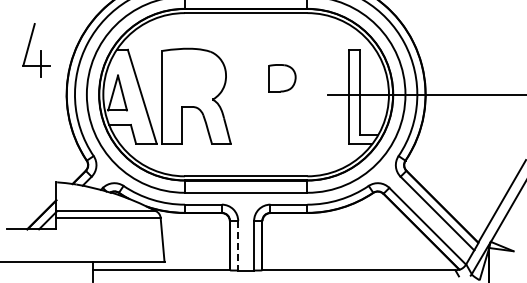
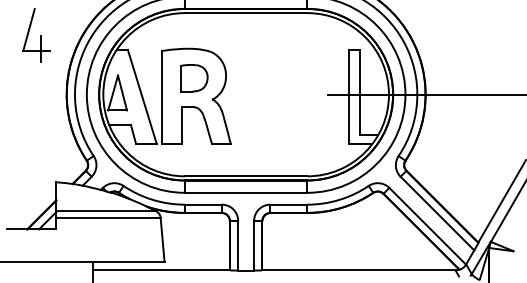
part at (36, 50) position: (36, 50) -> (36, 35)
part at (282, 78) position: (282, 78) -> (194, 78)
line at (238, 245): dashed -> solid
